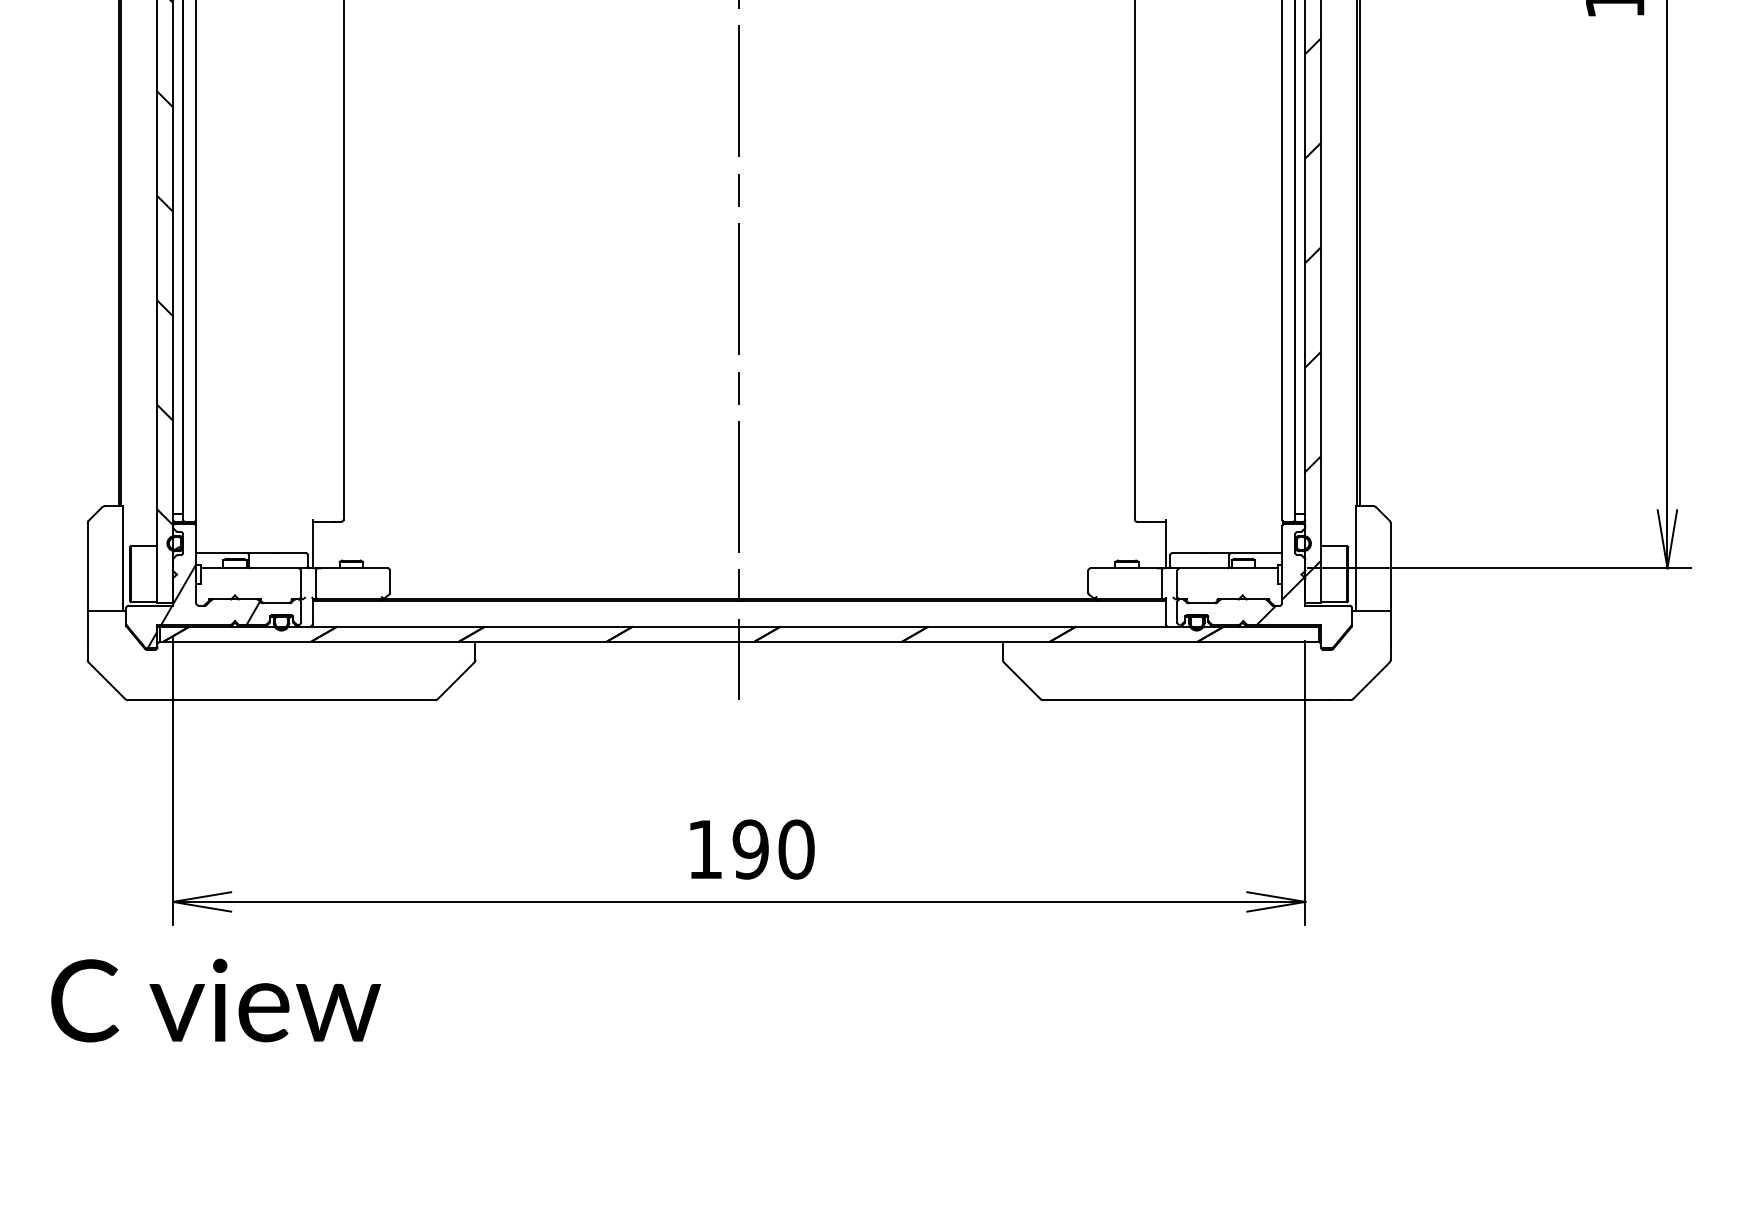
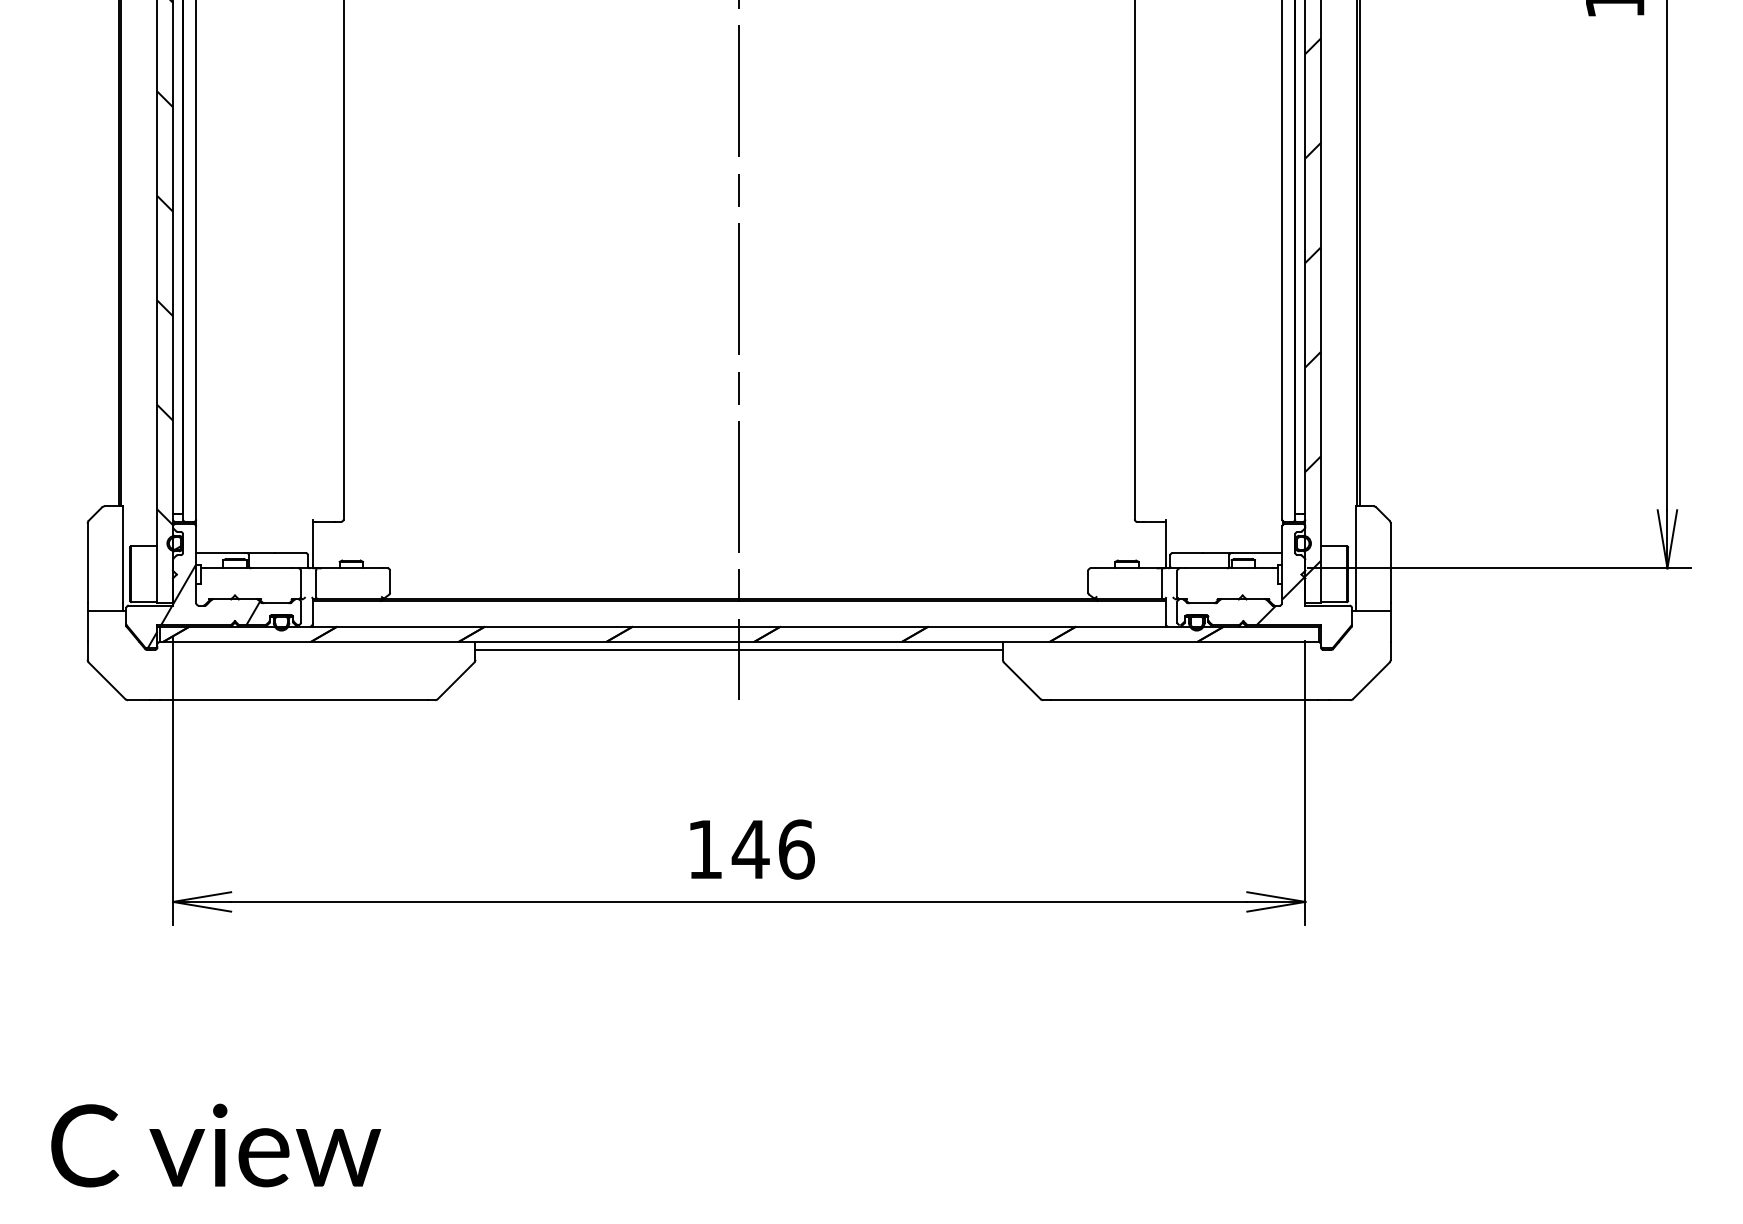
line at (738, 649): none -> present
text at (772, 849): 190 -> 146
text at (216, 1000) position: (216, 1000) -> (216, 1145)
